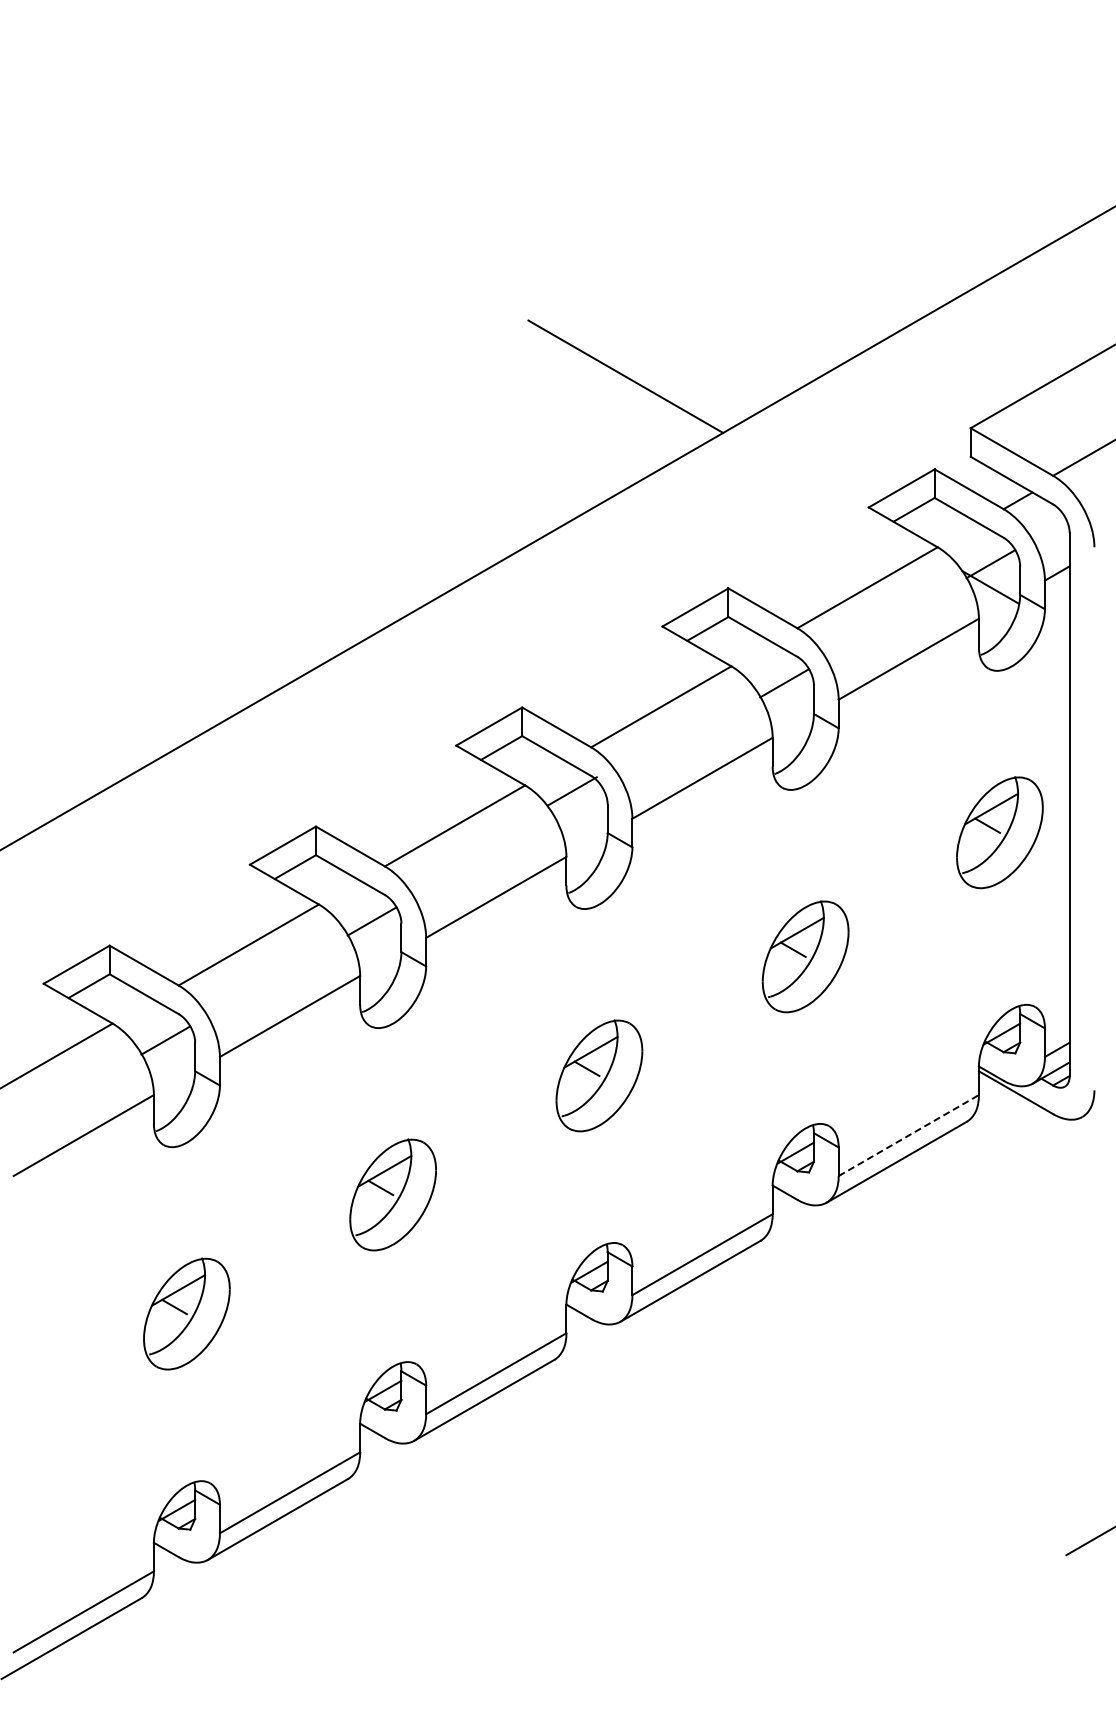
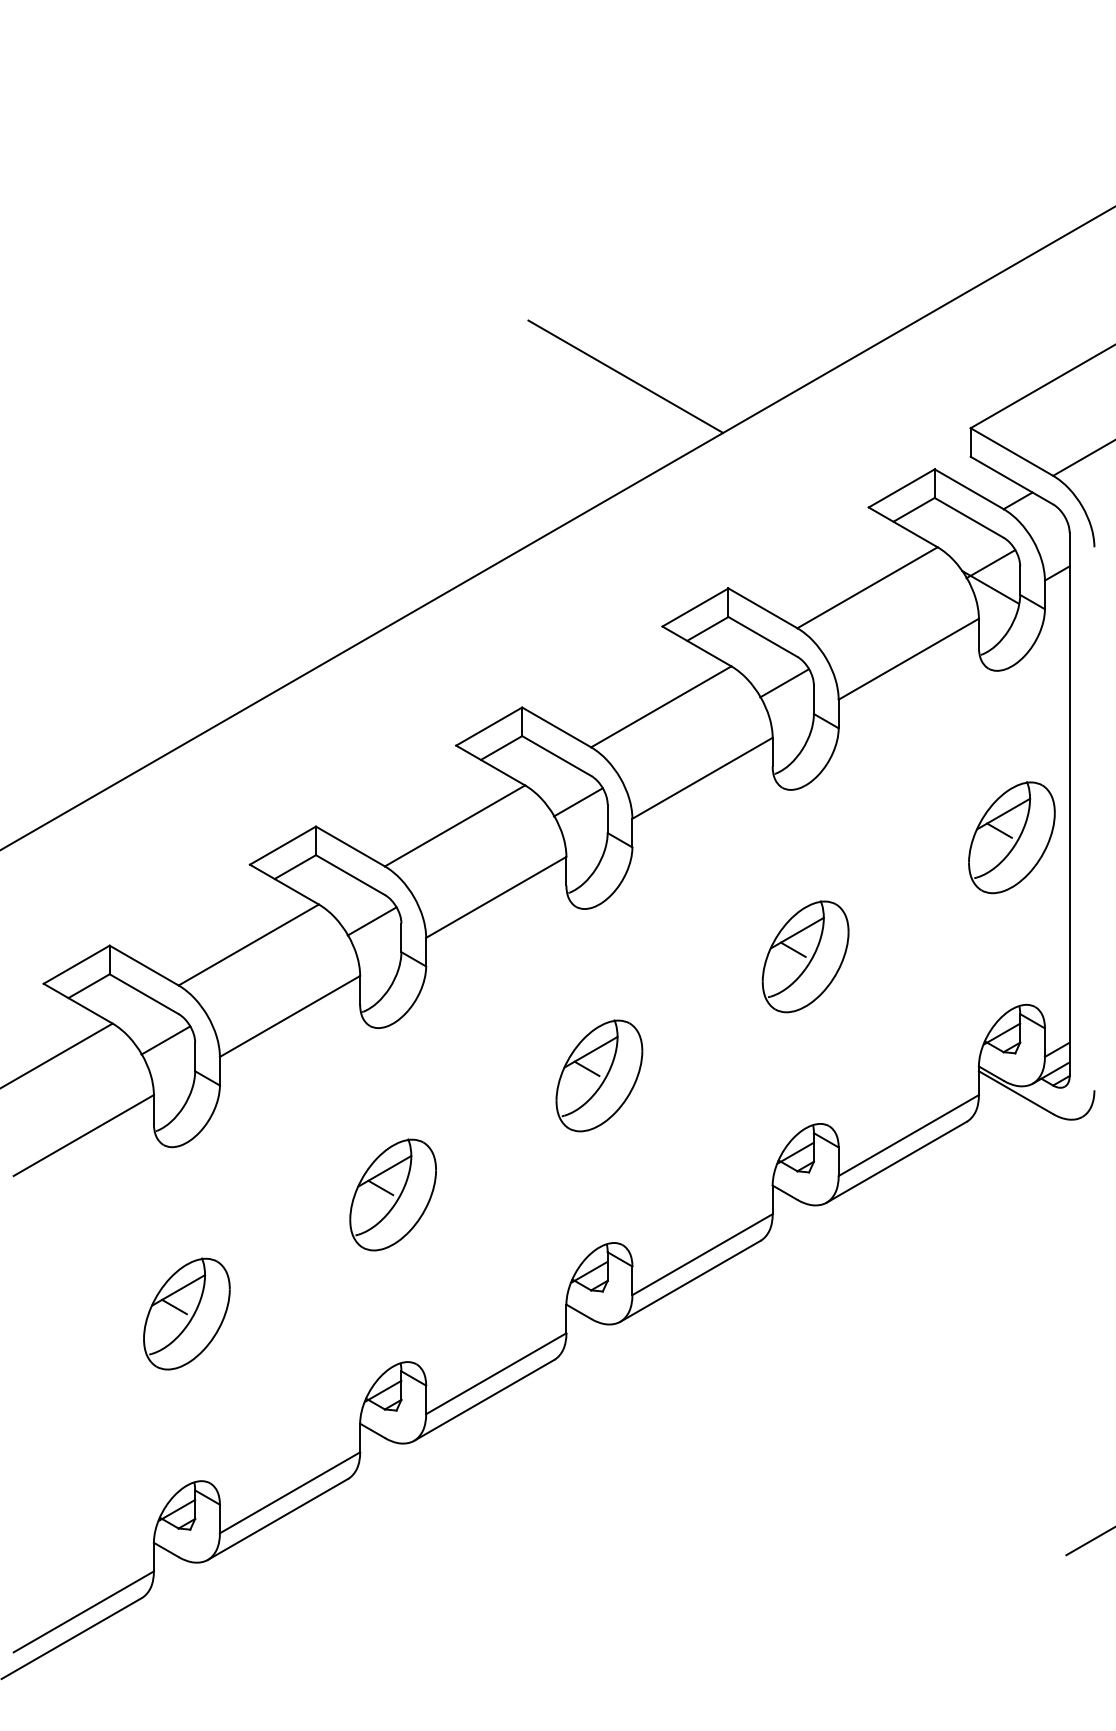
line at (571, 791) position: (571, 791) -> (577, 802)
part at (999, 832) position: (999, 832) -> (1011, 837)
line at (908, 1135): dashed -> solid
